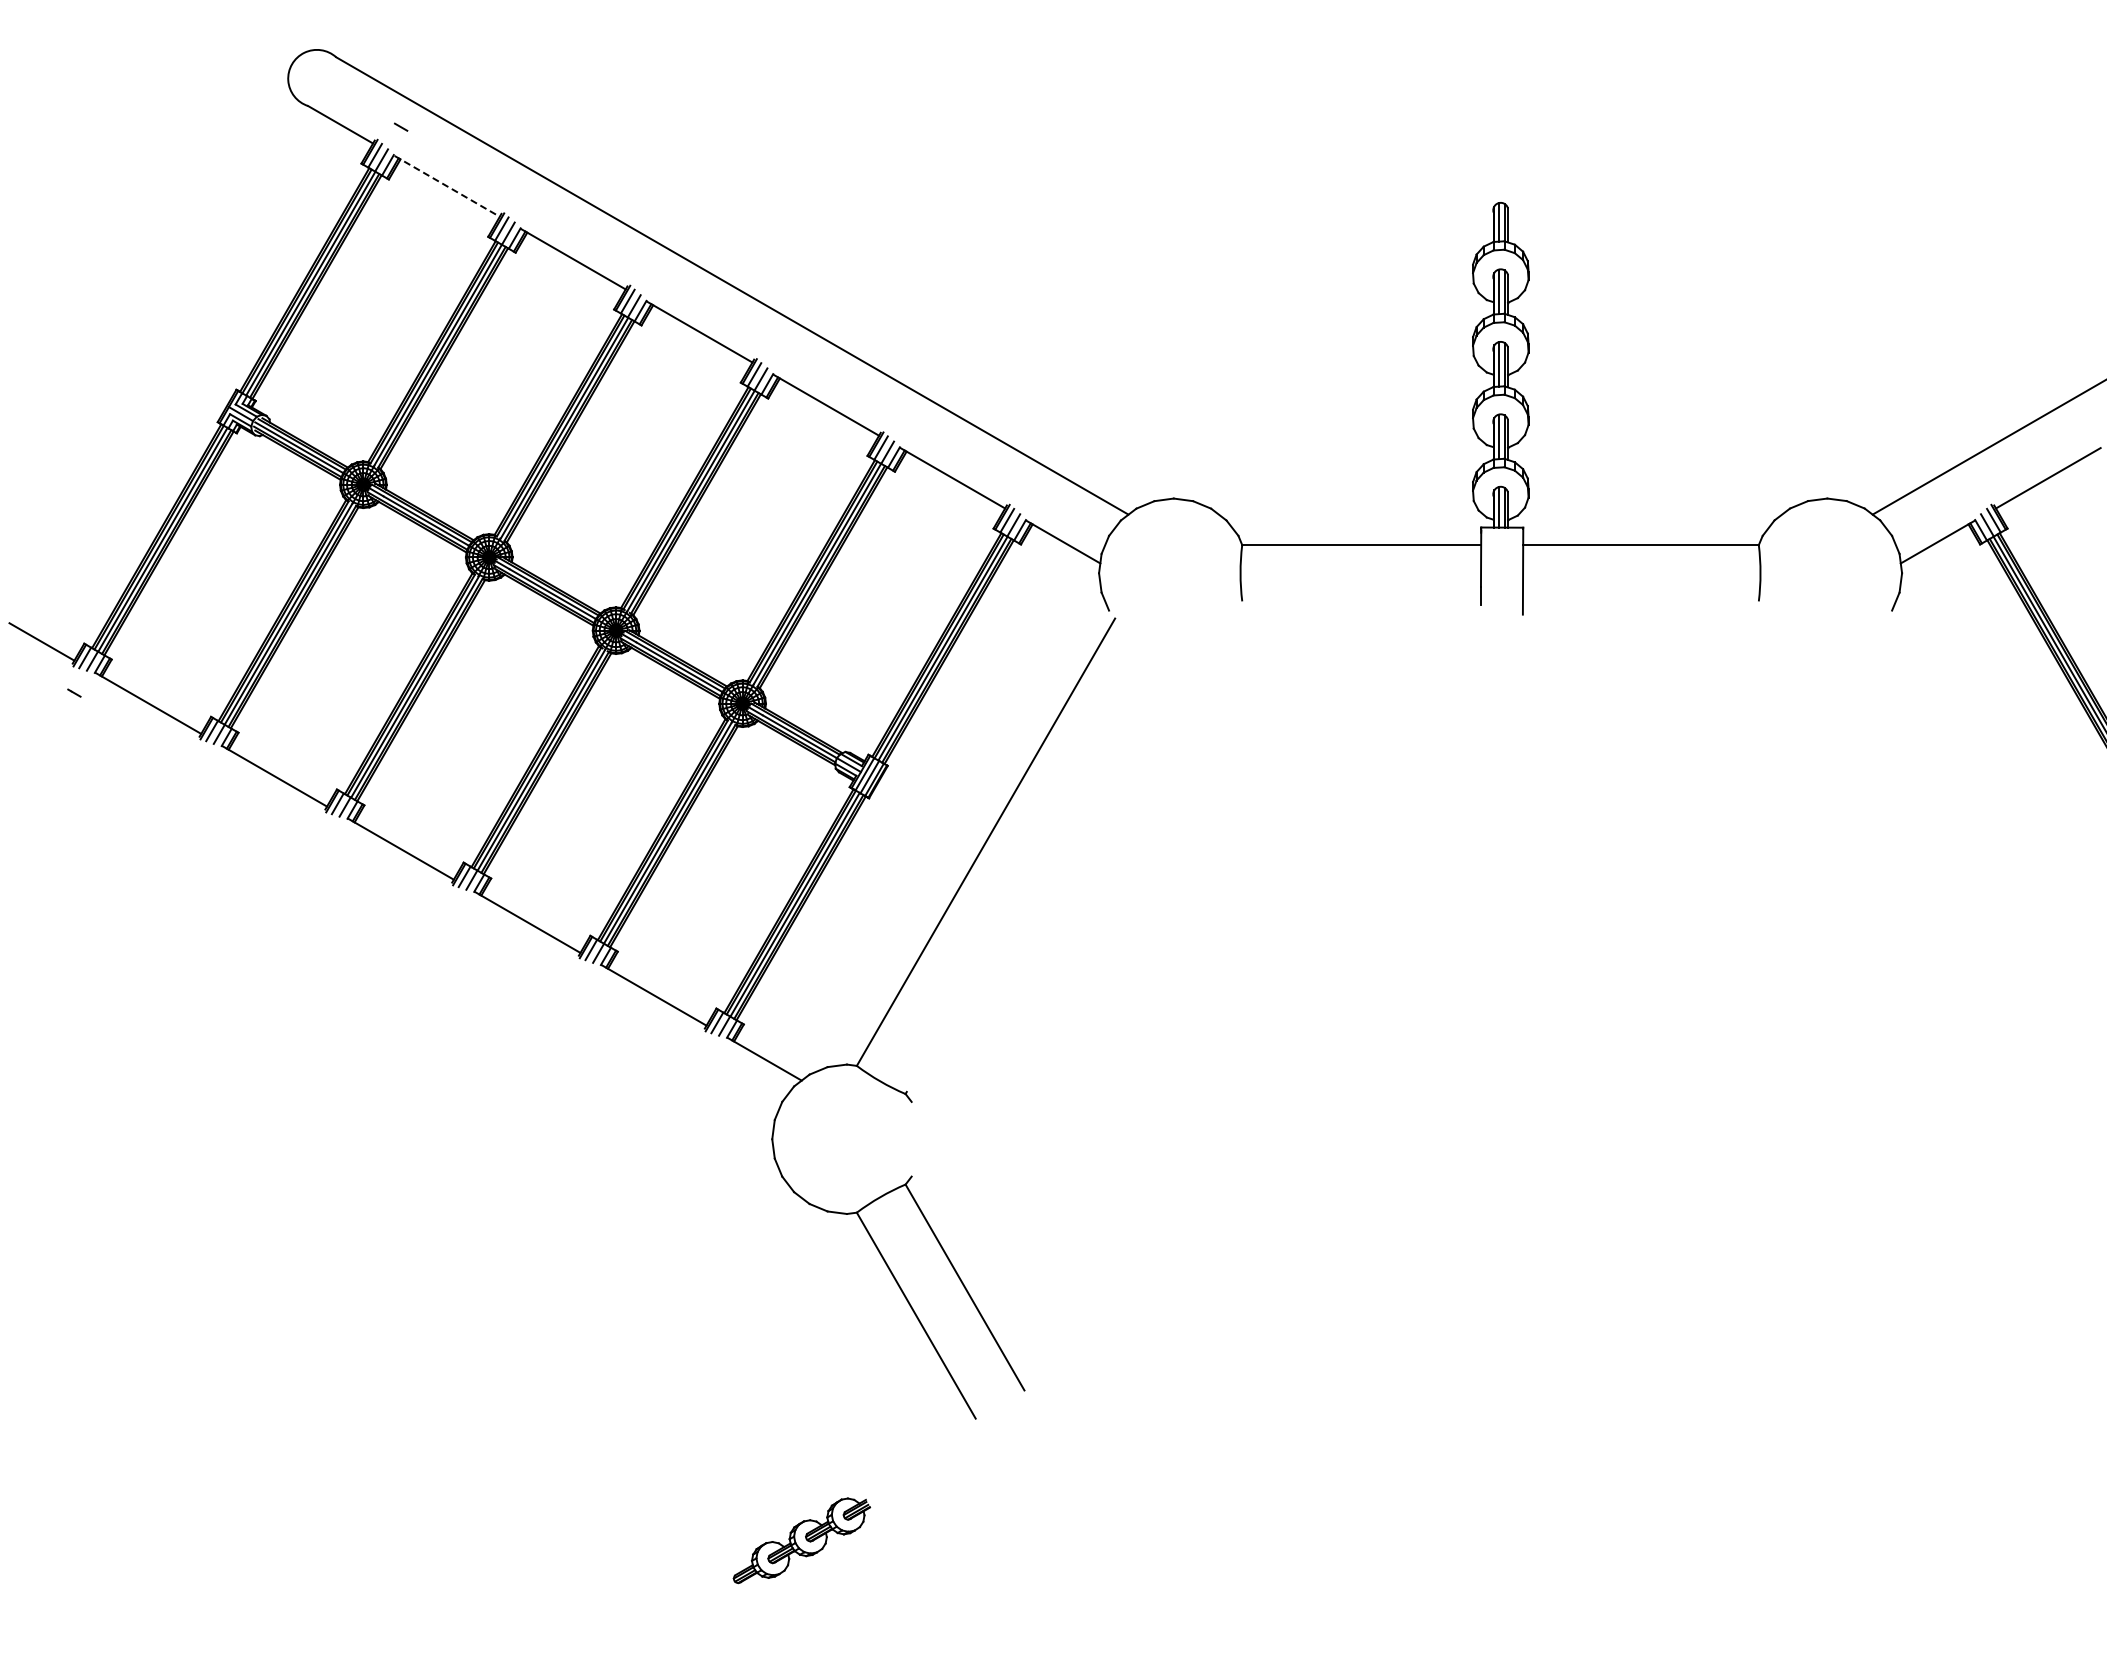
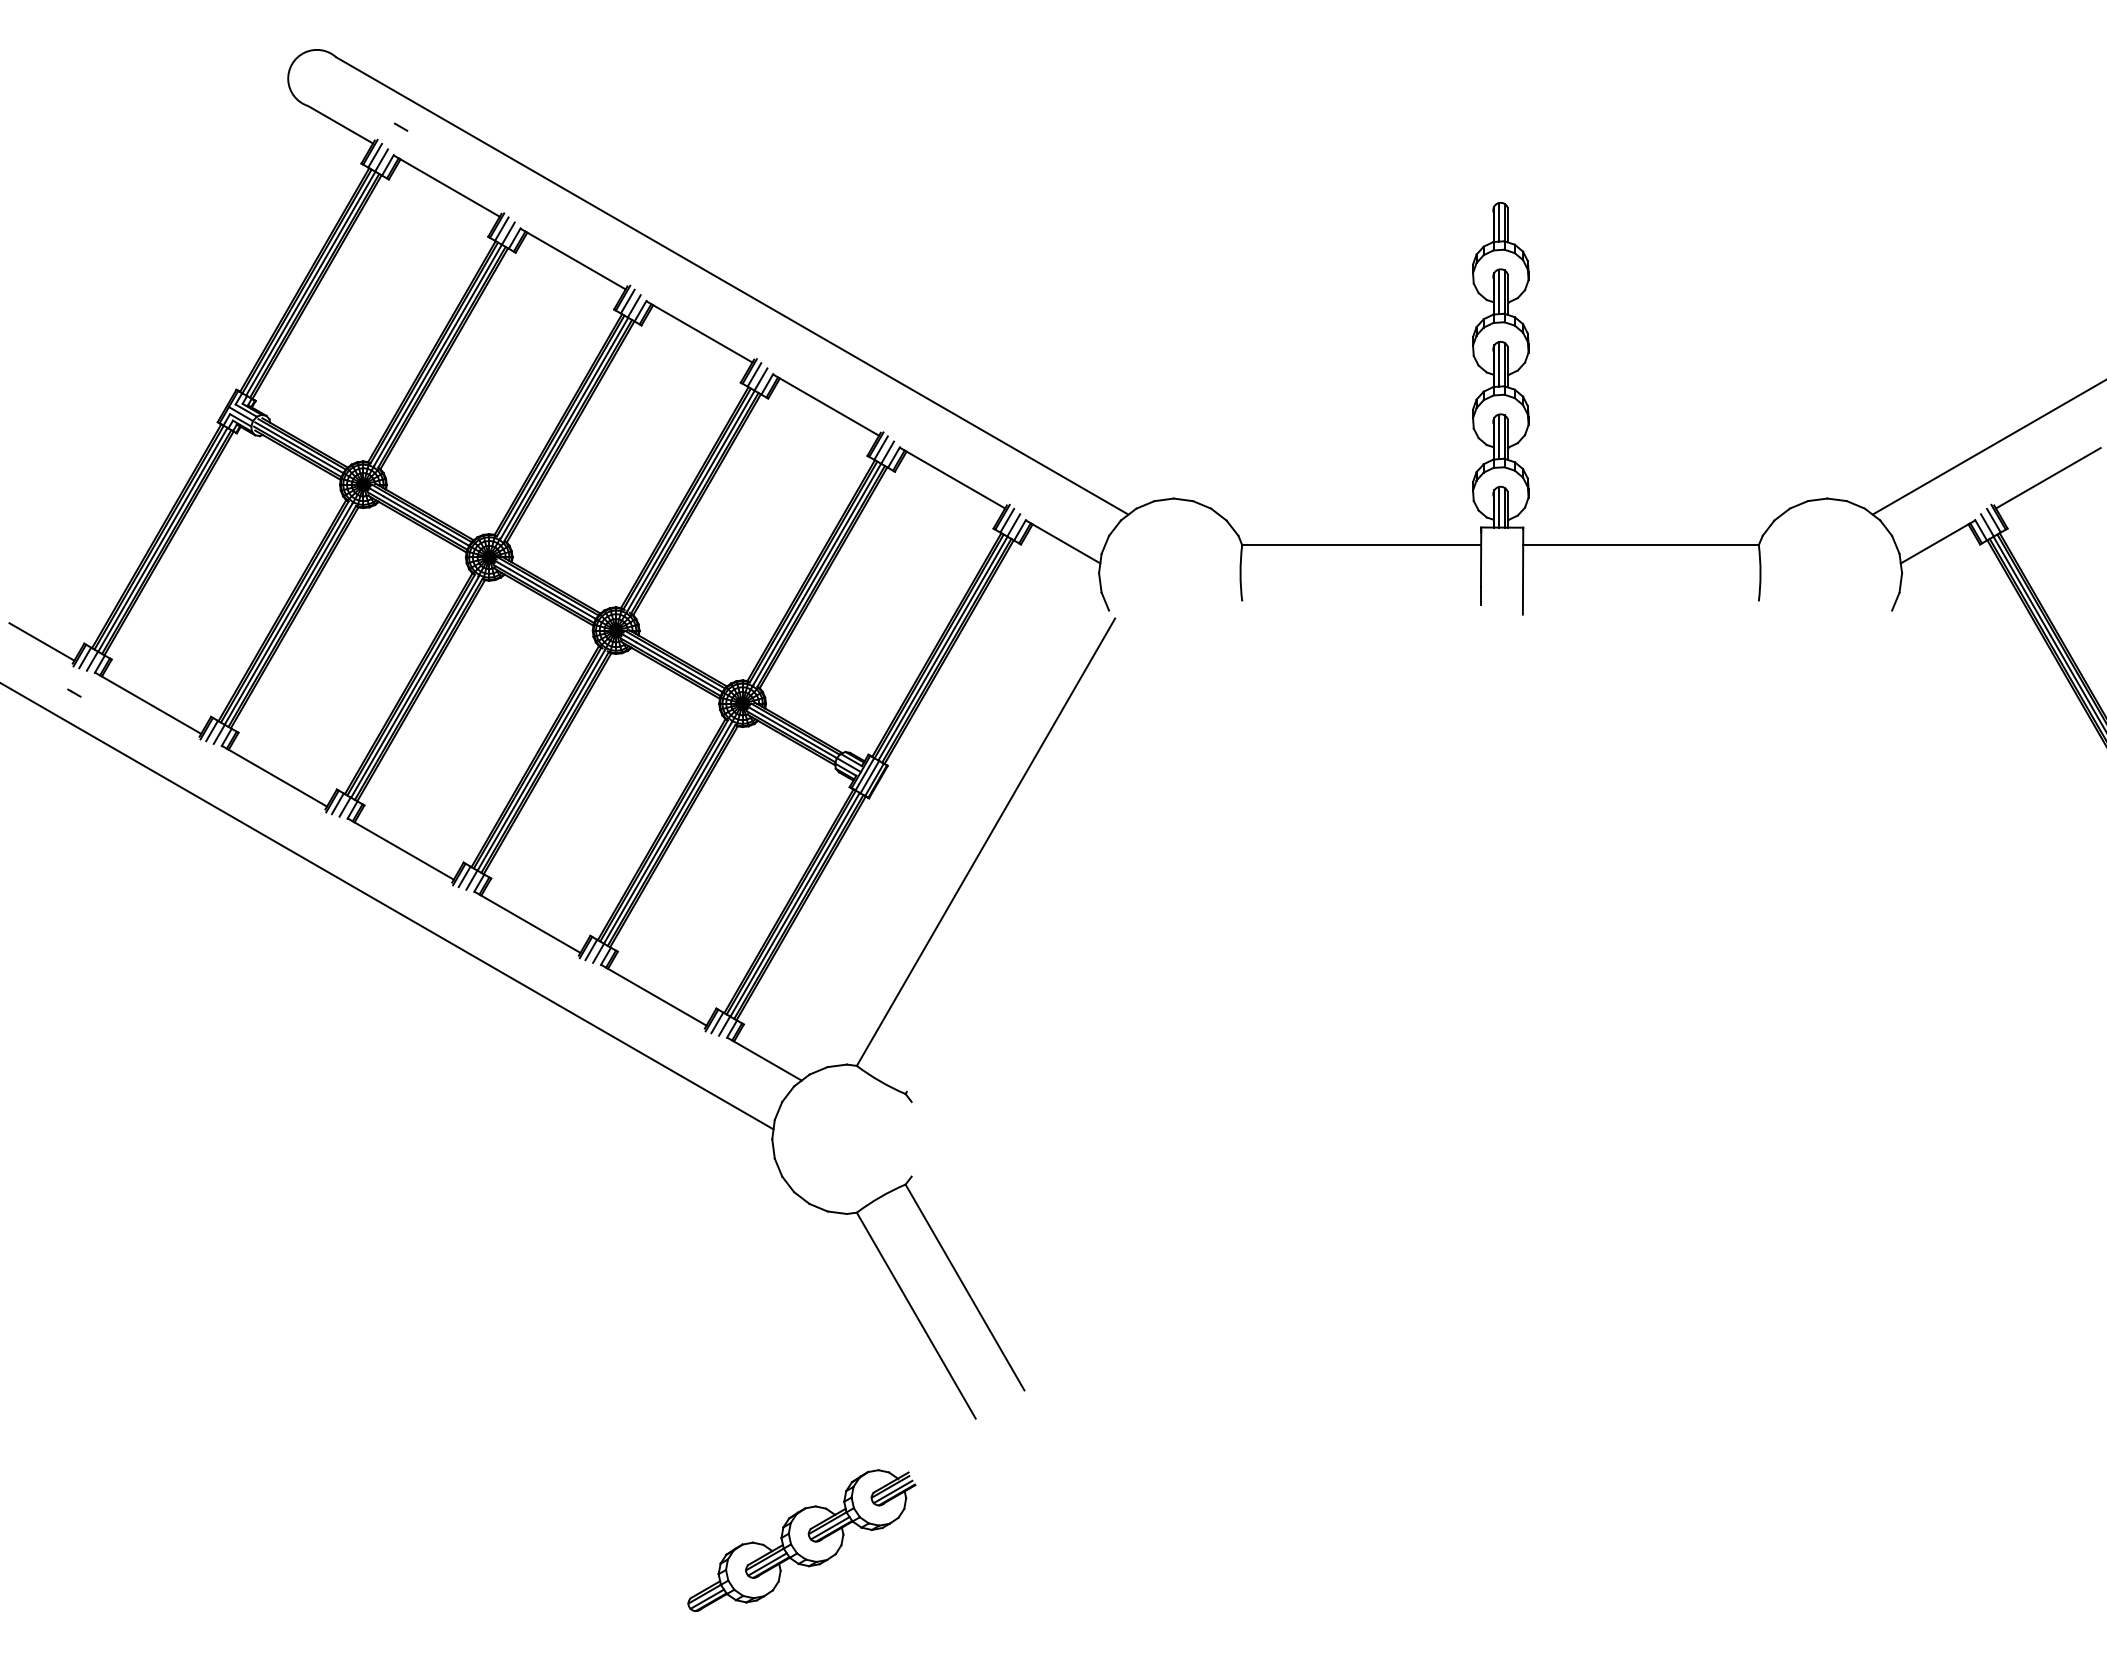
line at (447, 186): dashed -> solid
line at (387, 906): none -> present
part at (801, 1540) size: 139x88 px -> 230x144 px
